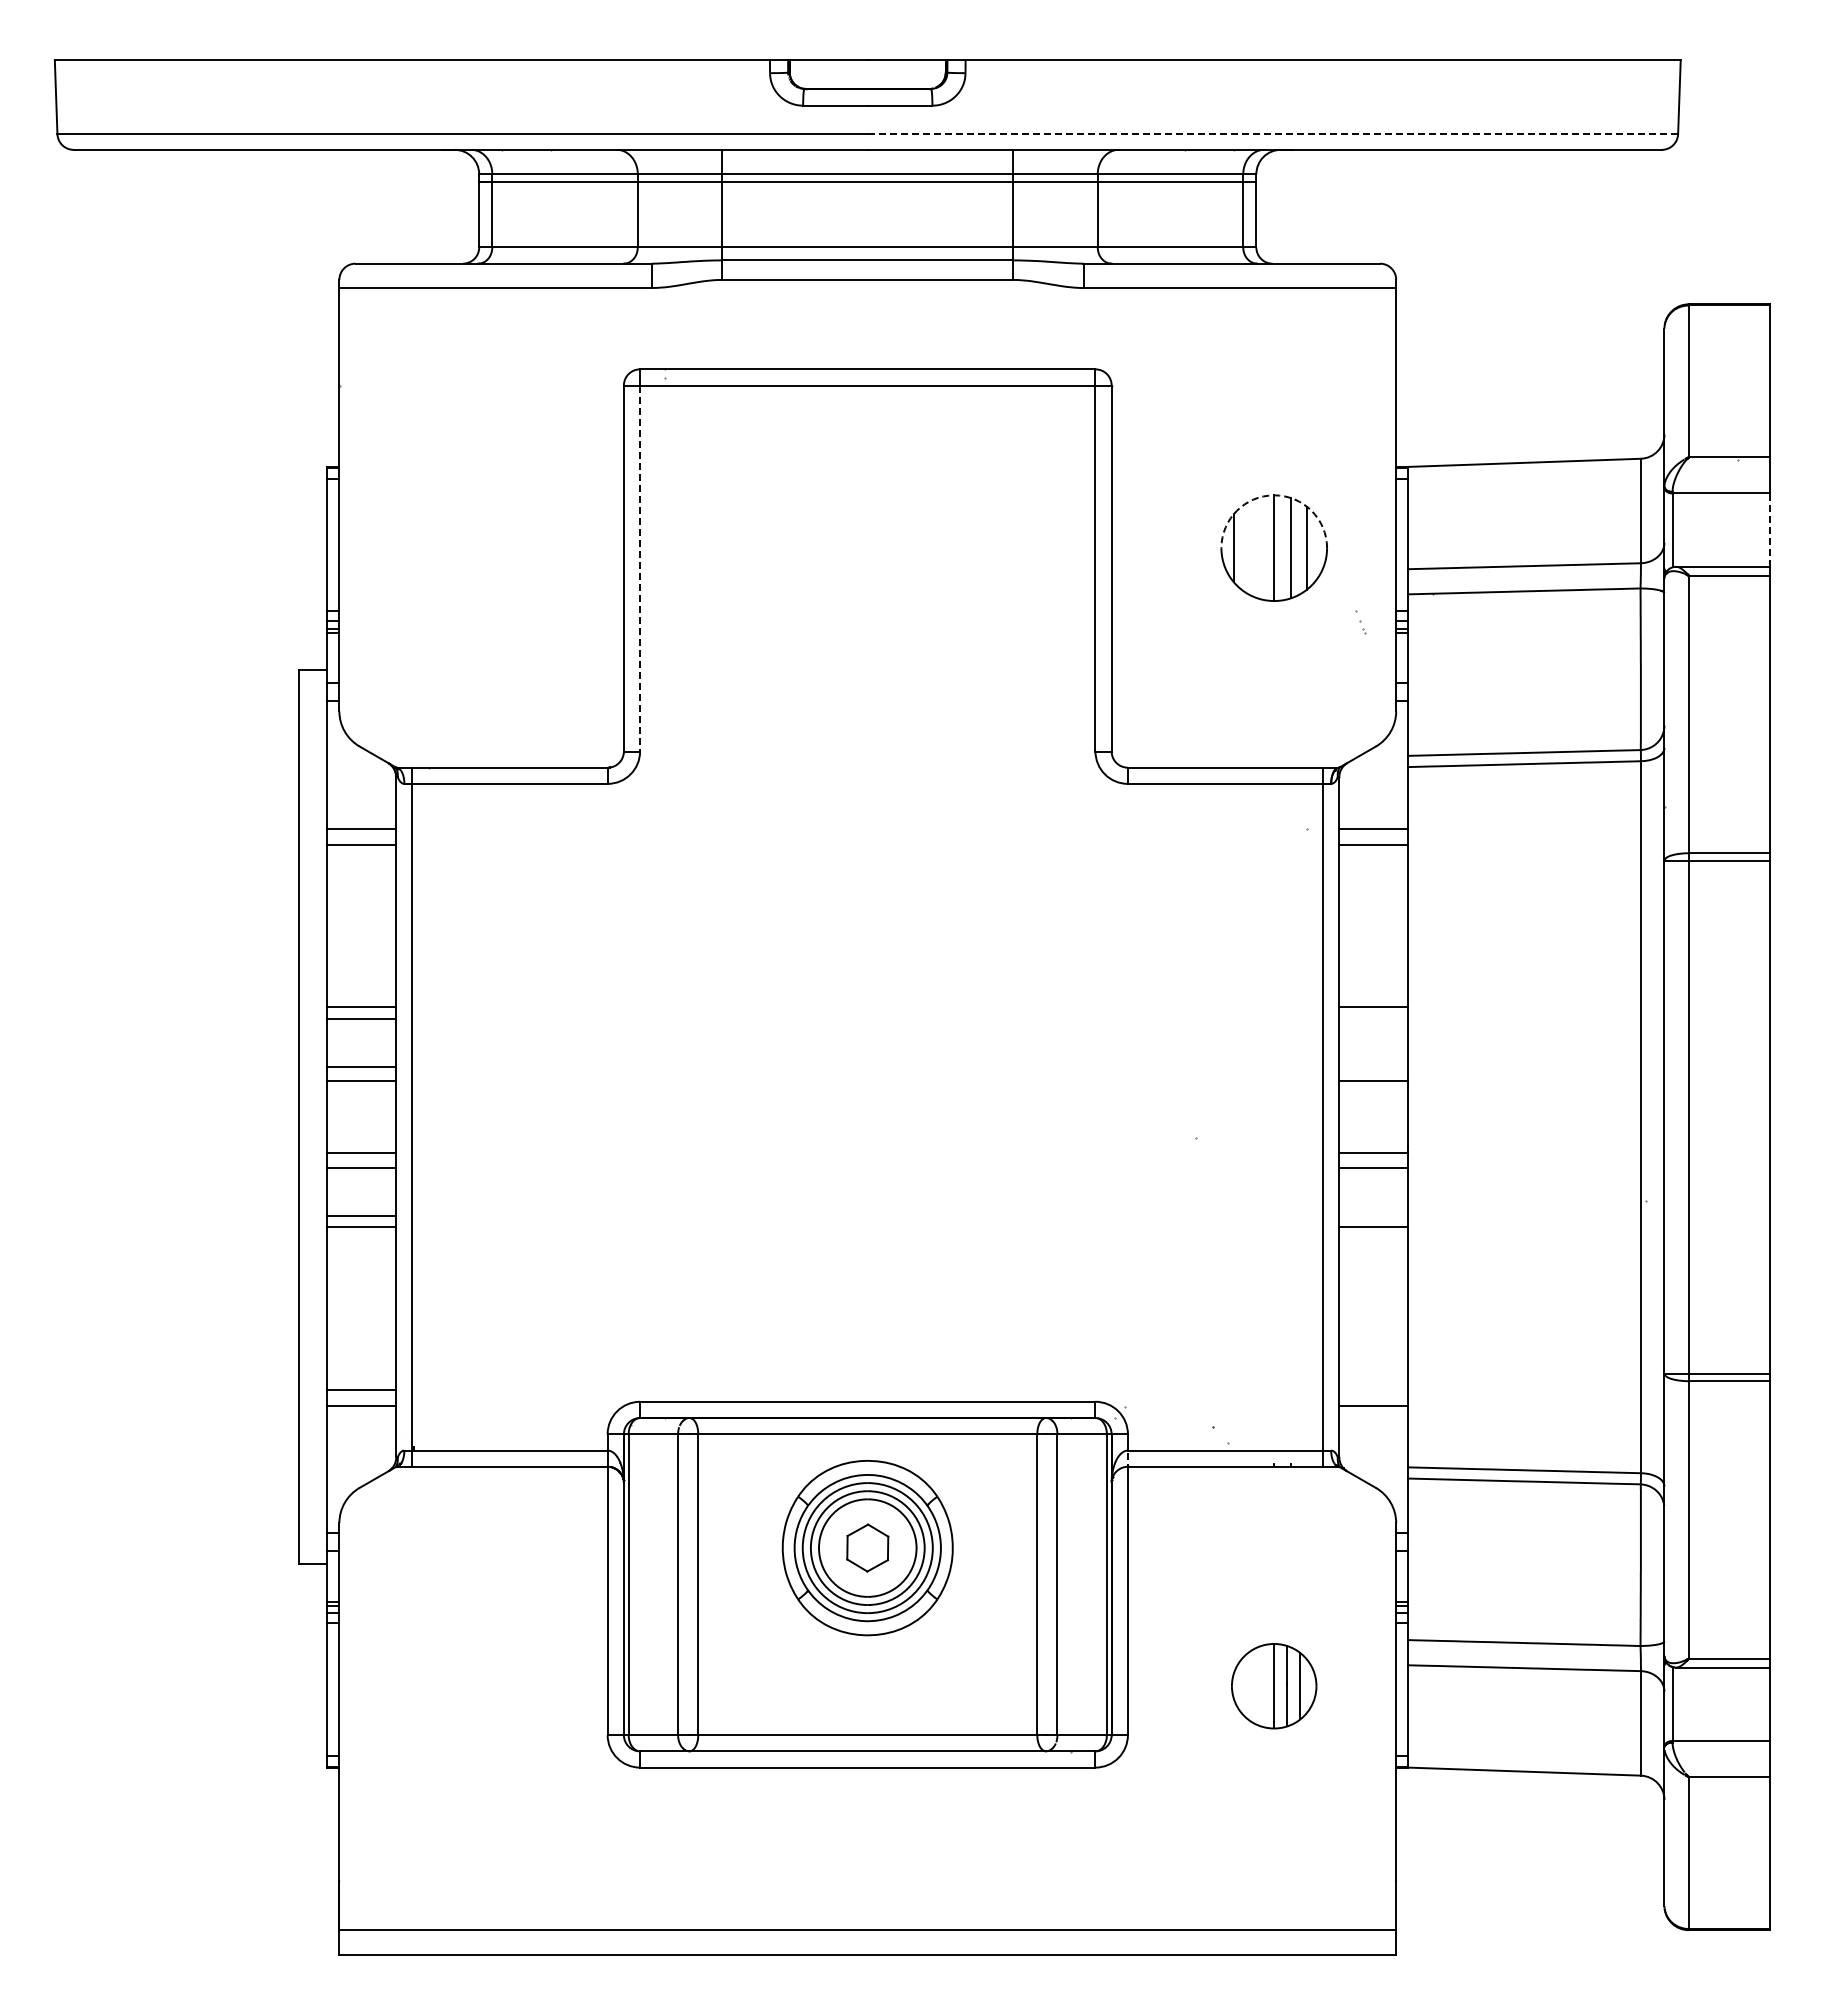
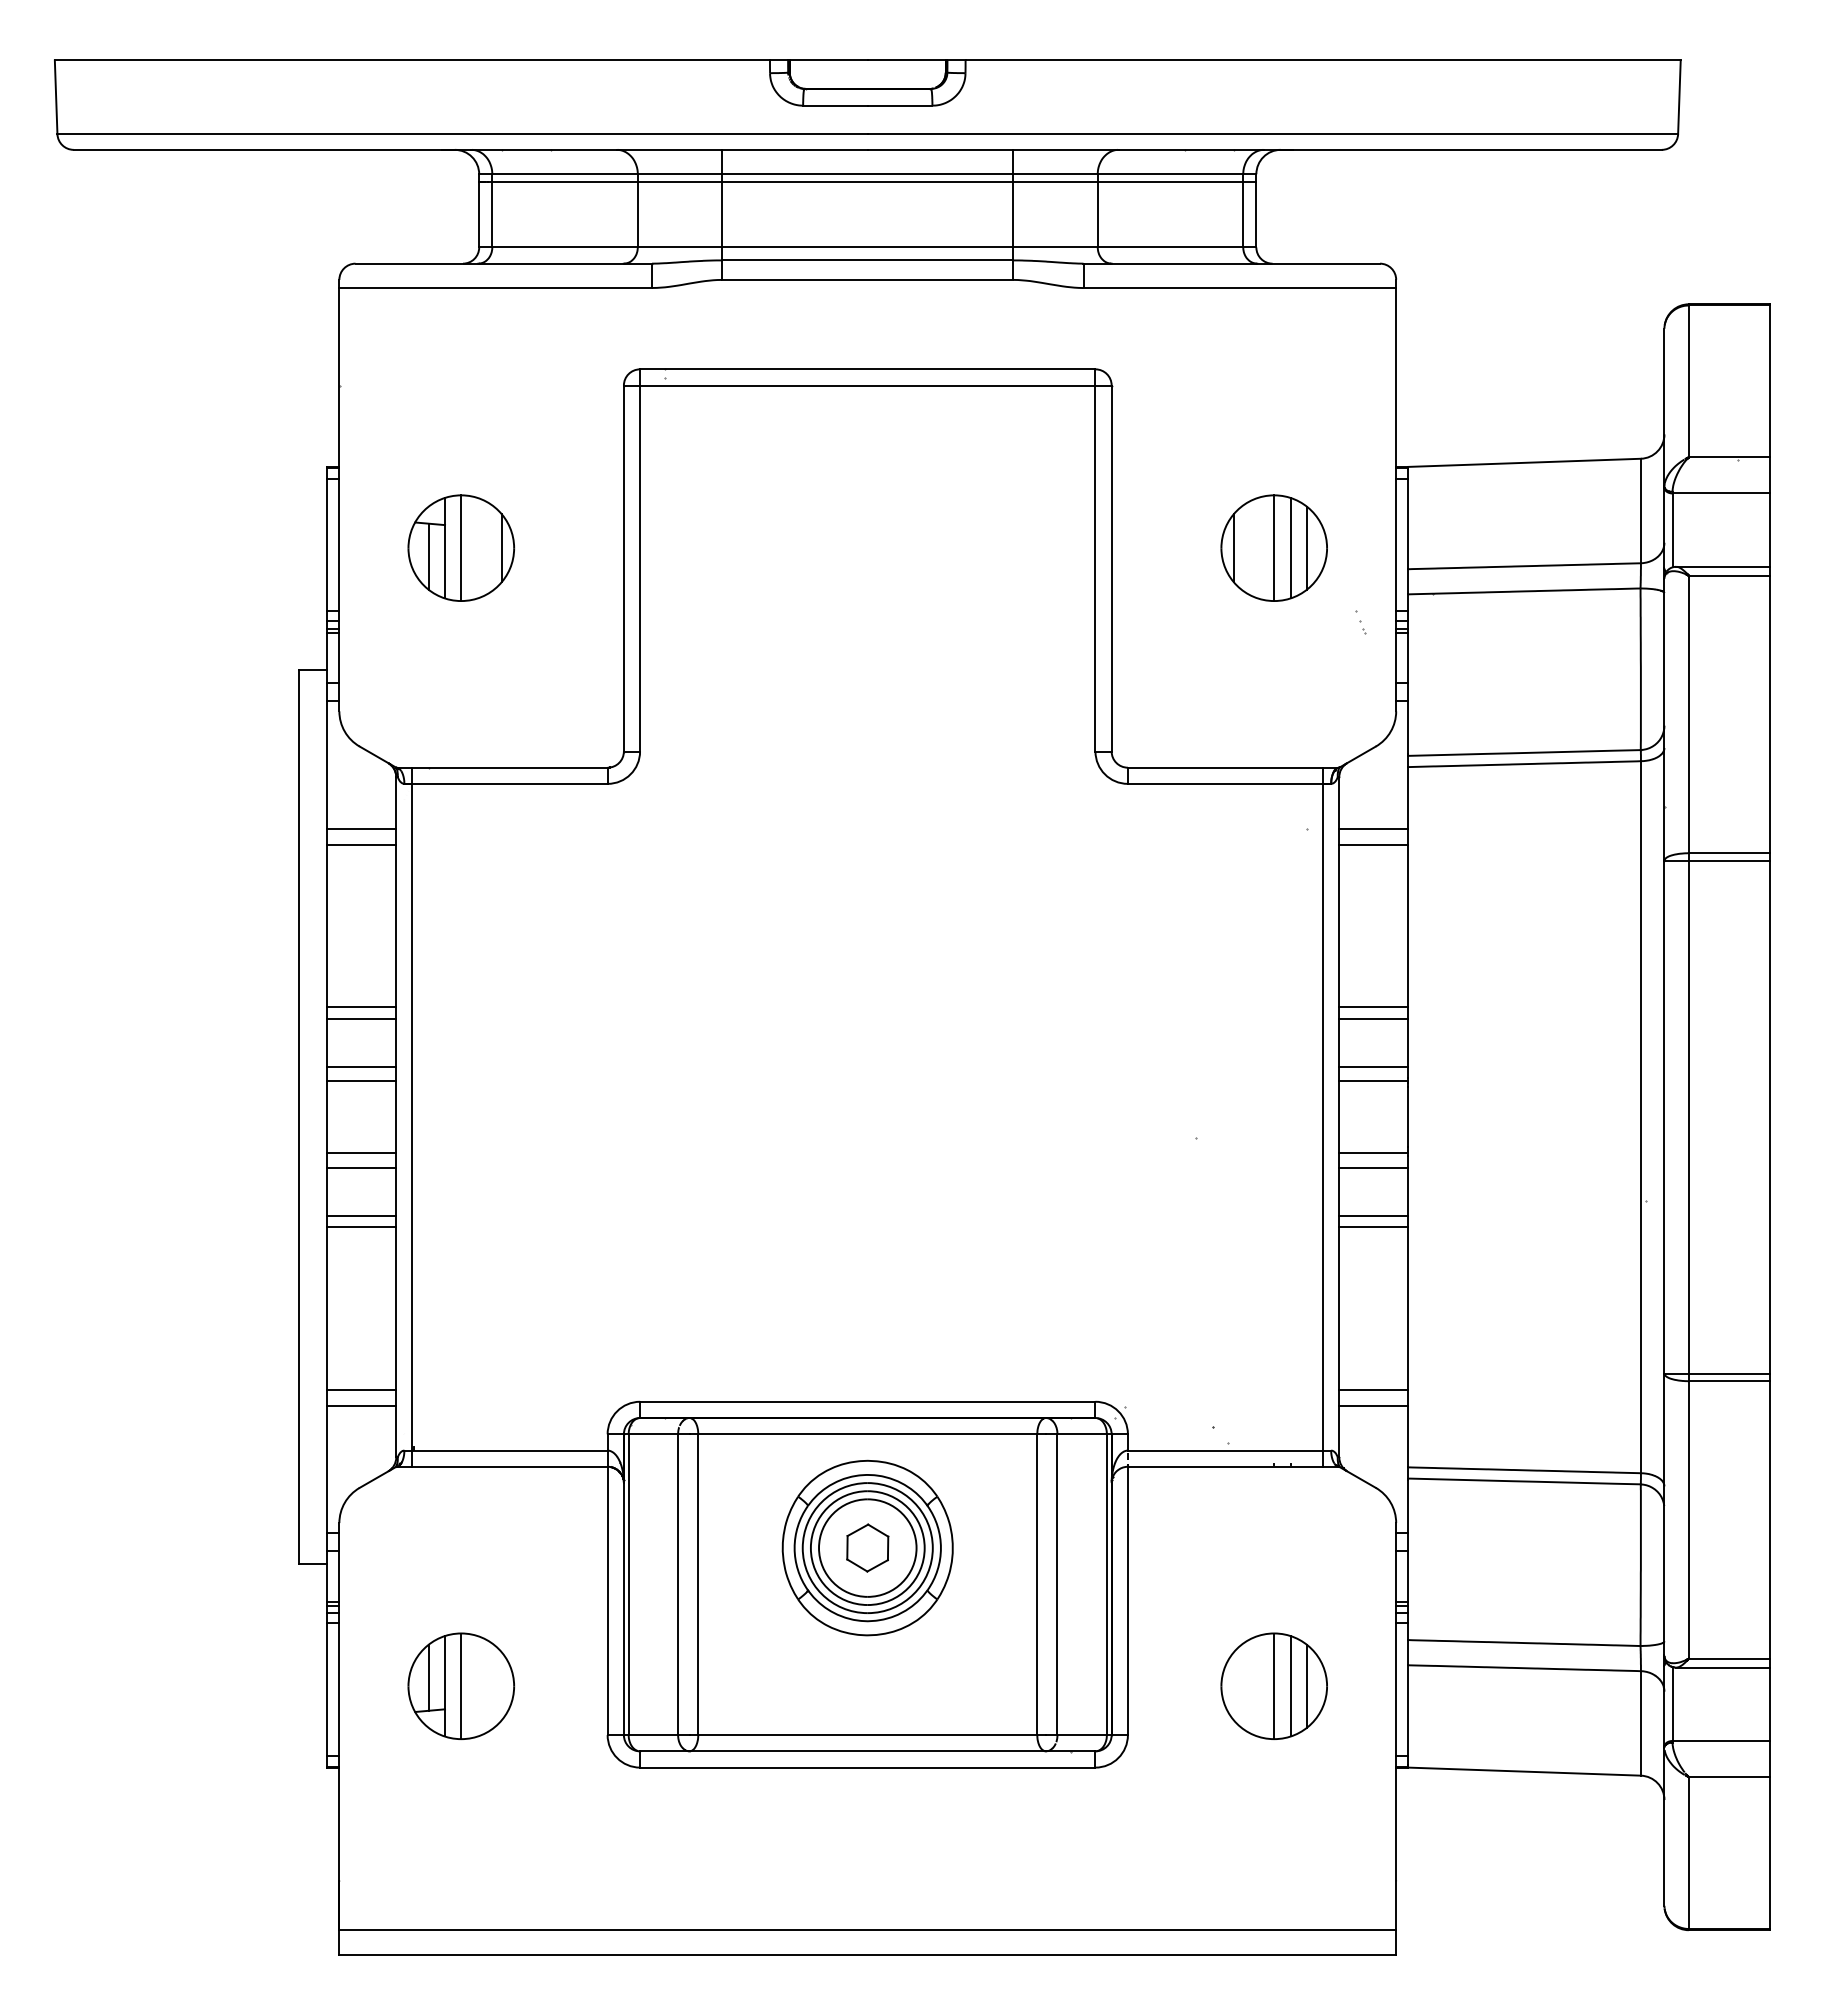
line at (1273, 134): dashed -> solid
arc at (1274, 495): dashed -> solid
line at (1770, 530): dashed -> solid
part at (460, 547): none -> present
line at (640, 568): dashed -> solid
line at (1373, 1018): none -> present
line at (1373, 1066): none -> present
line at (1373, 1215): none -> present
line at (1373, 1389): none -> present
part at (461, 1685): none -> present
part at (1274, 1686) size: 87x87 px -> 108x108 px
